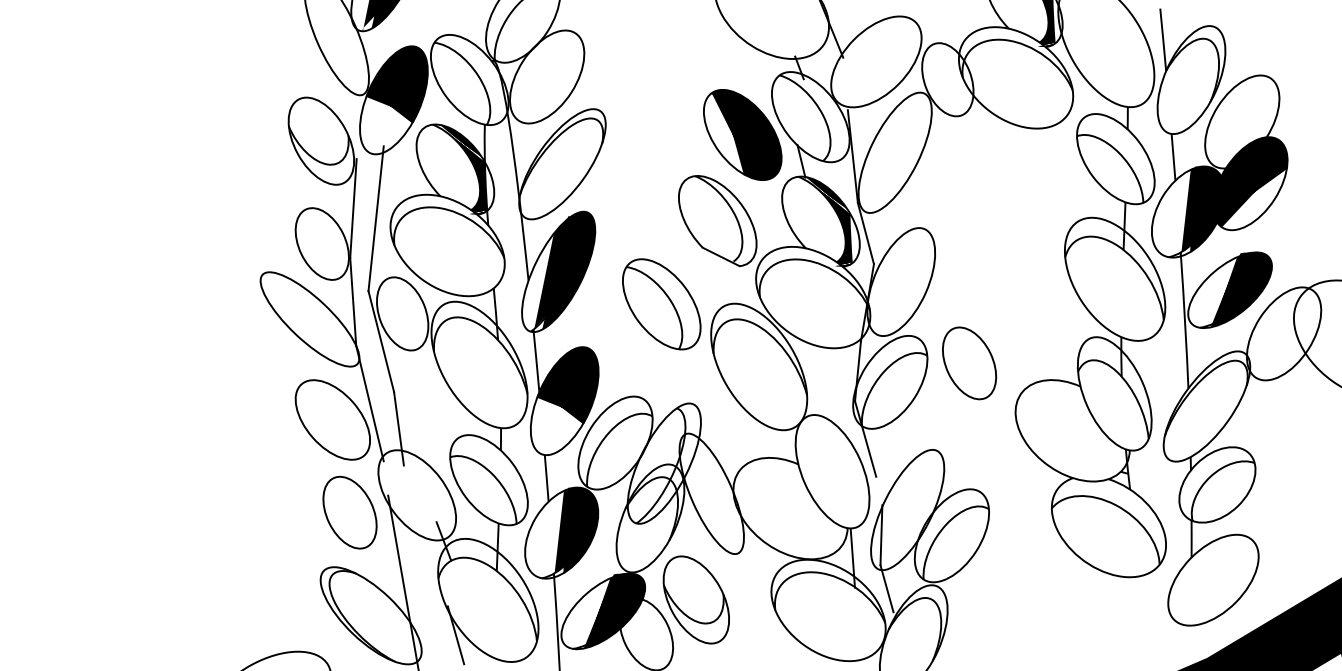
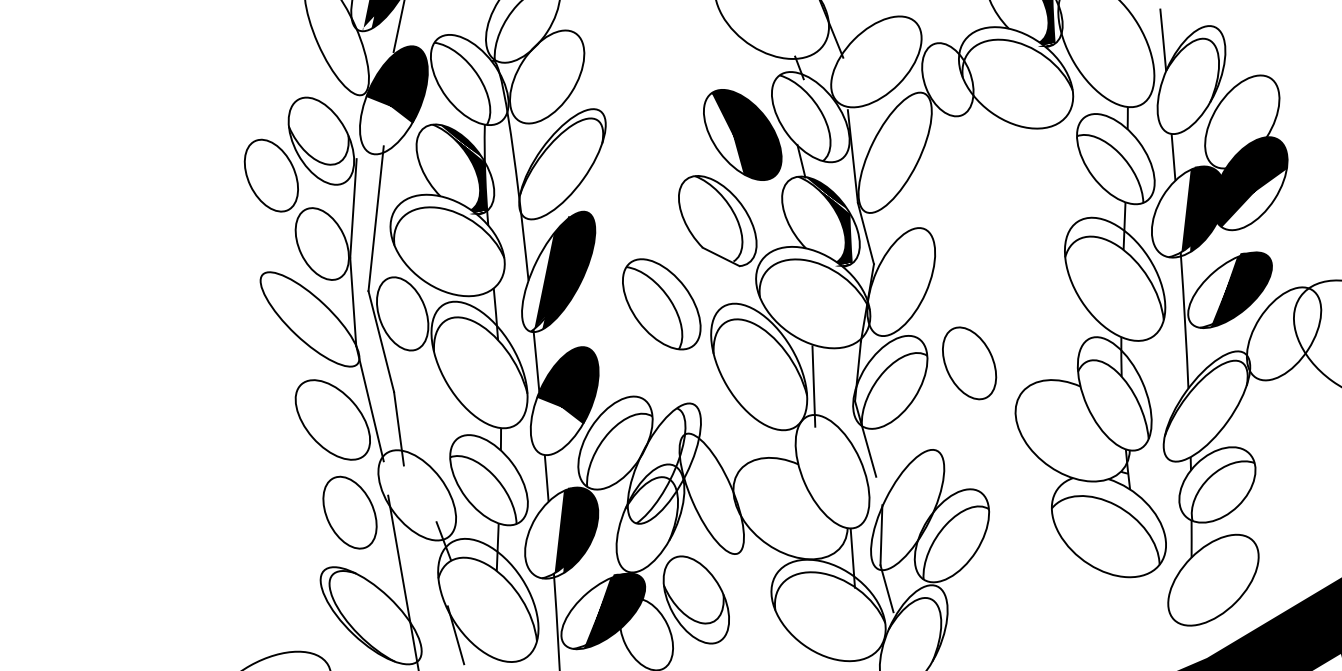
line at (398, 27): none -> present
part at (270, 175): none -> present
line at (813, 386): none -> present
